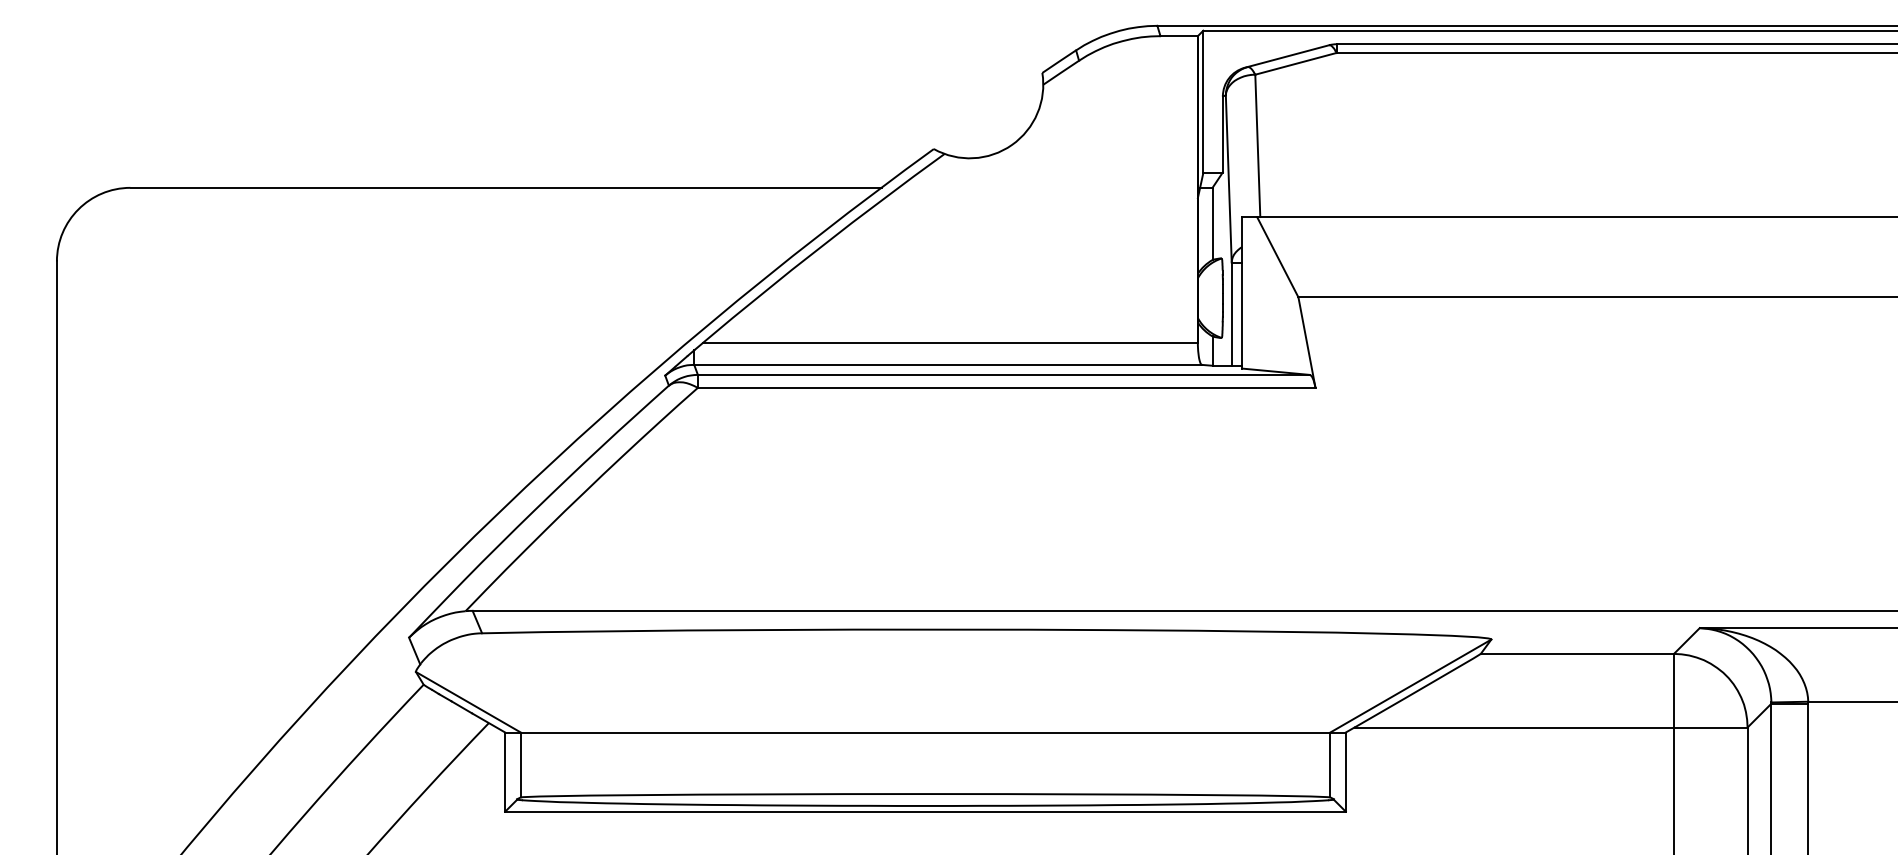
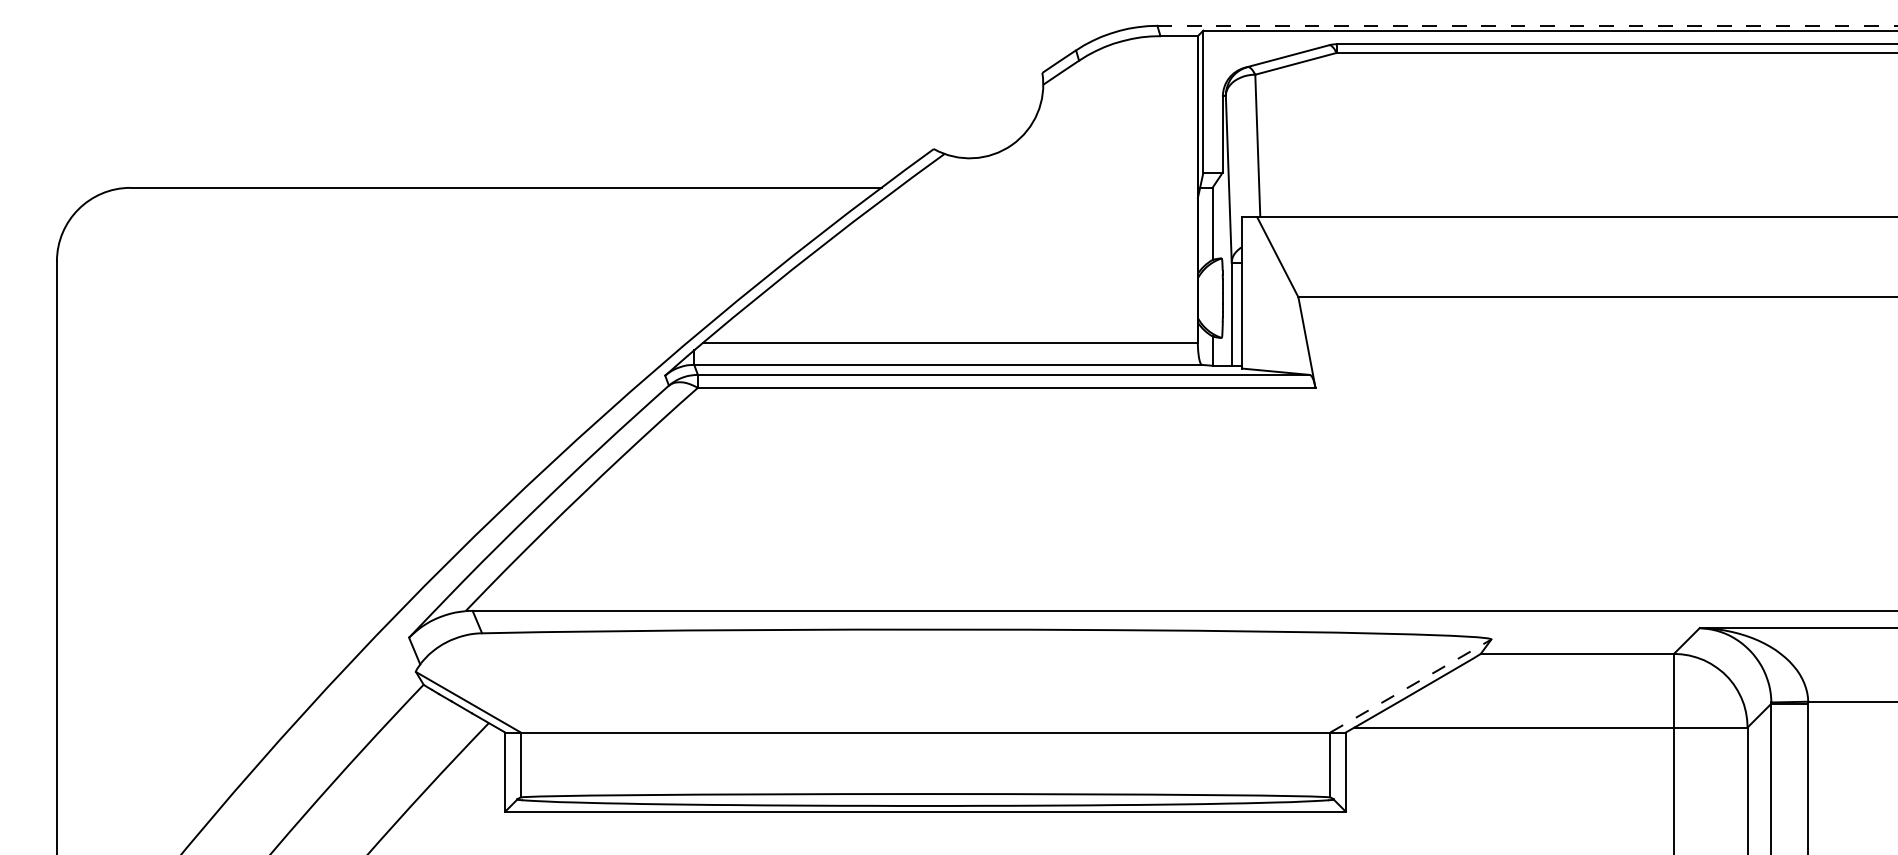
line at (1528, 25): solid -> dashed
line at (1410, 686): solid -> dashed
